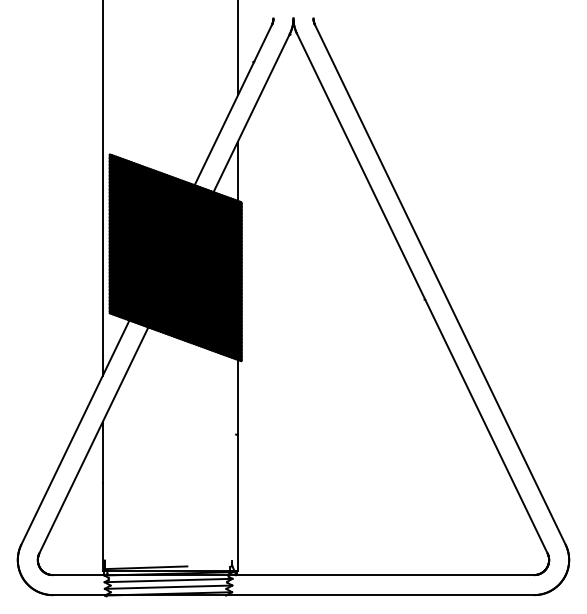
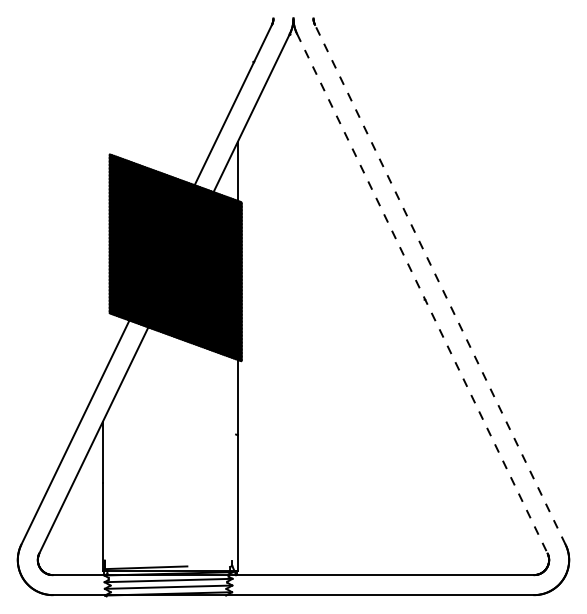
line at (237, 48): present -> none
line at (102, 188): present -> none
line at (440, 284): solid -> dashed
line at (422, 293): solid -> dashed
